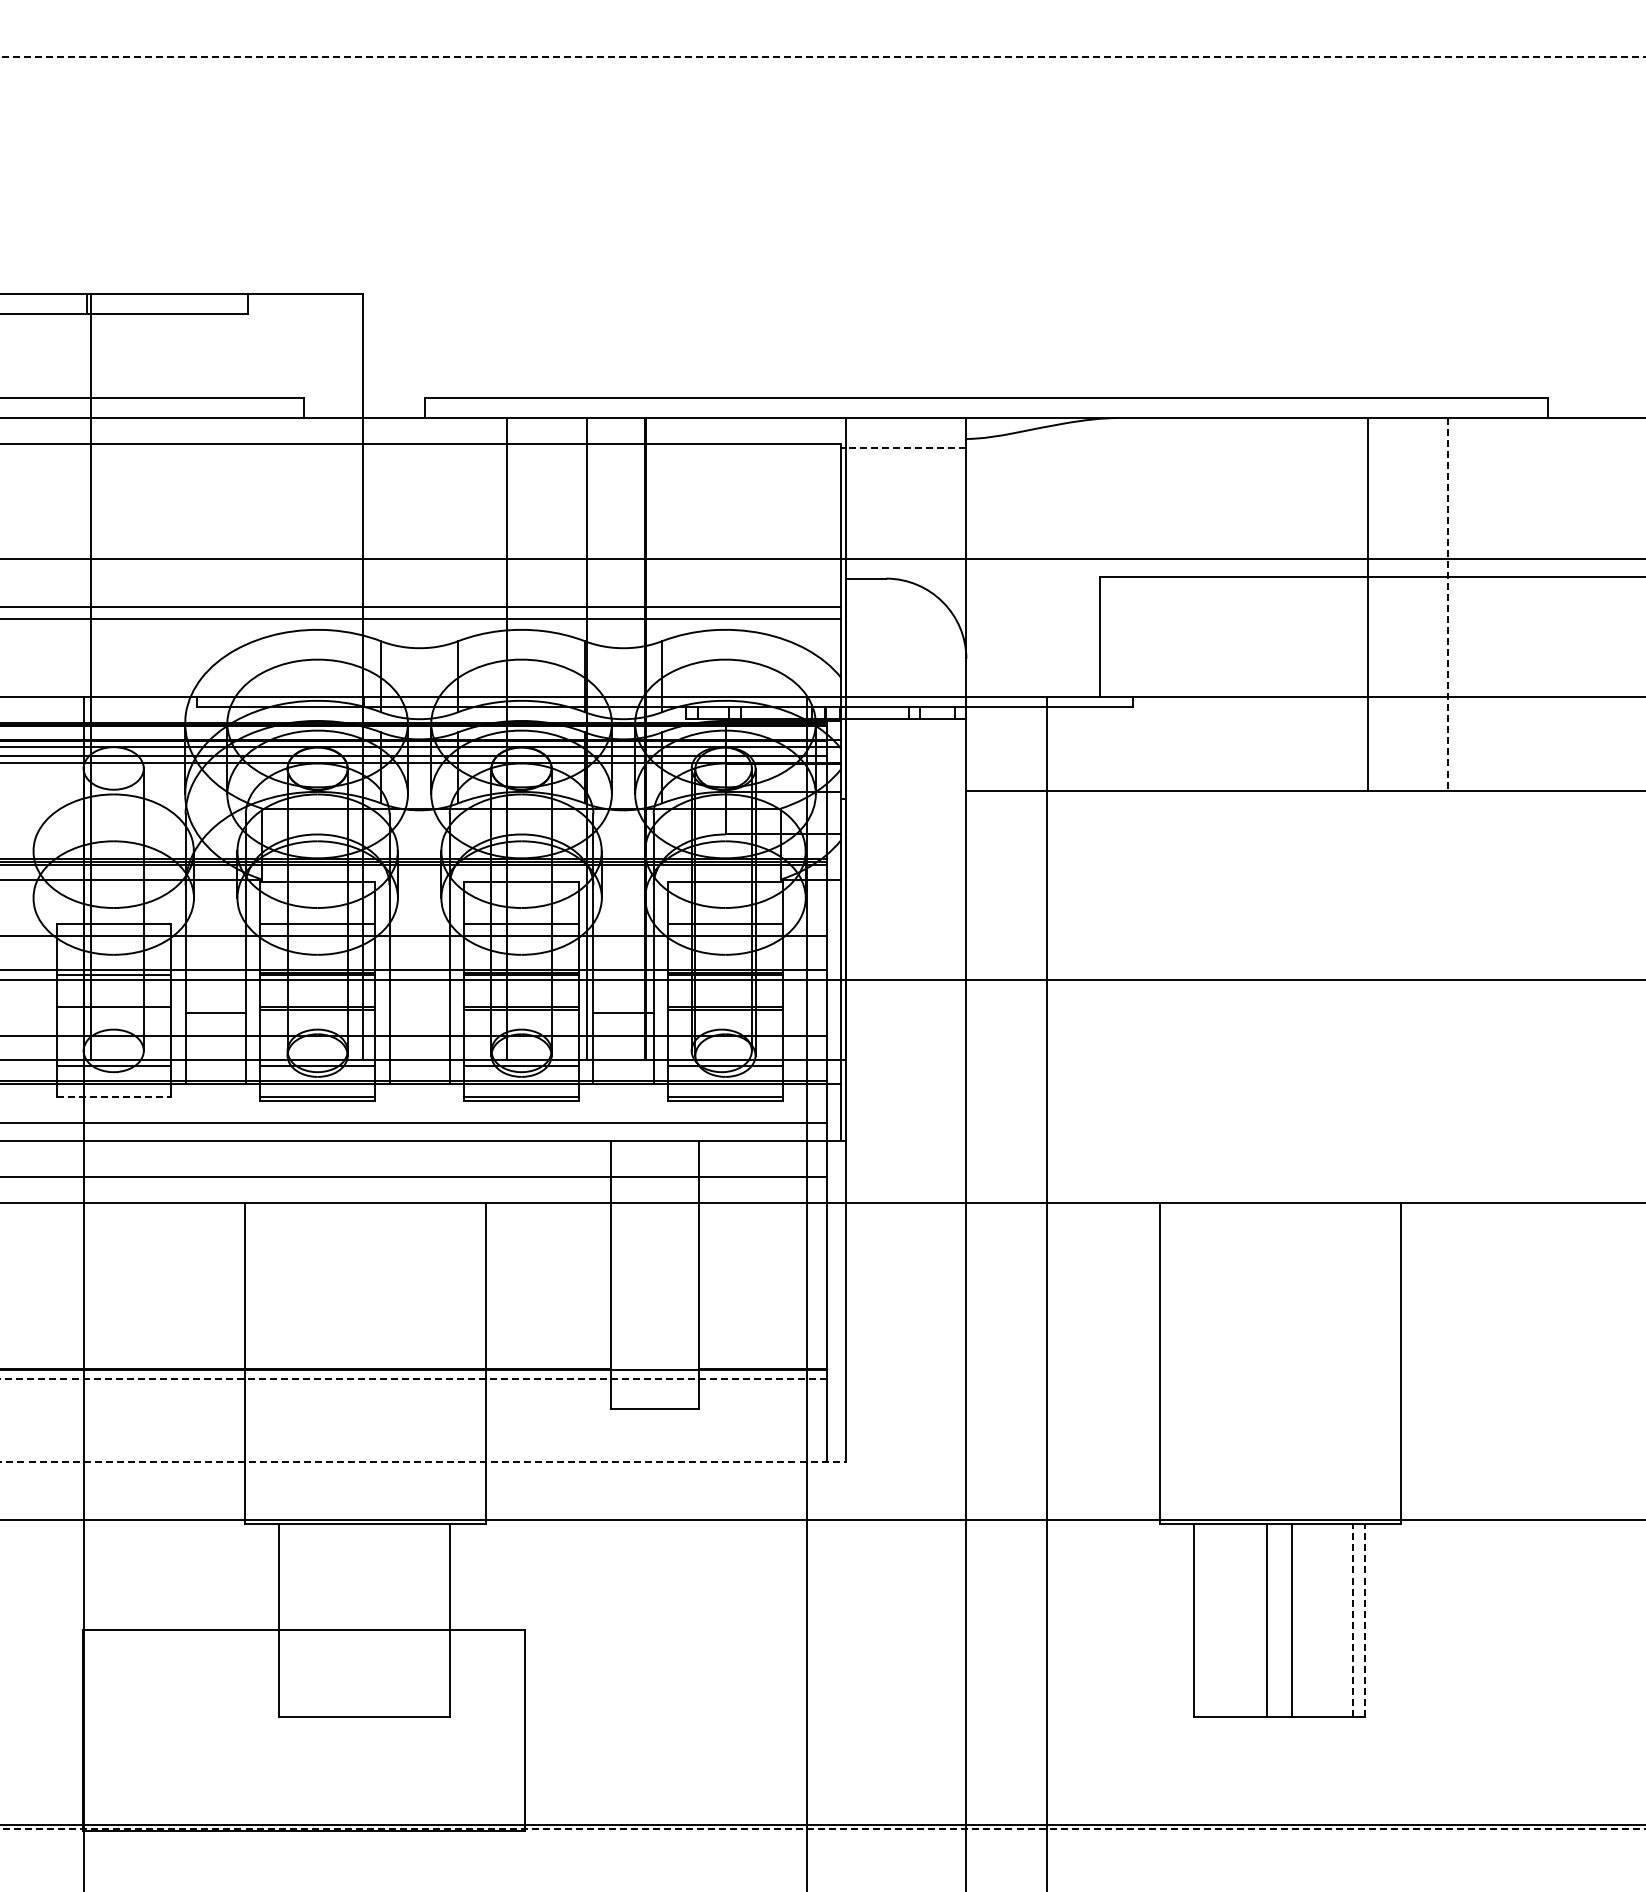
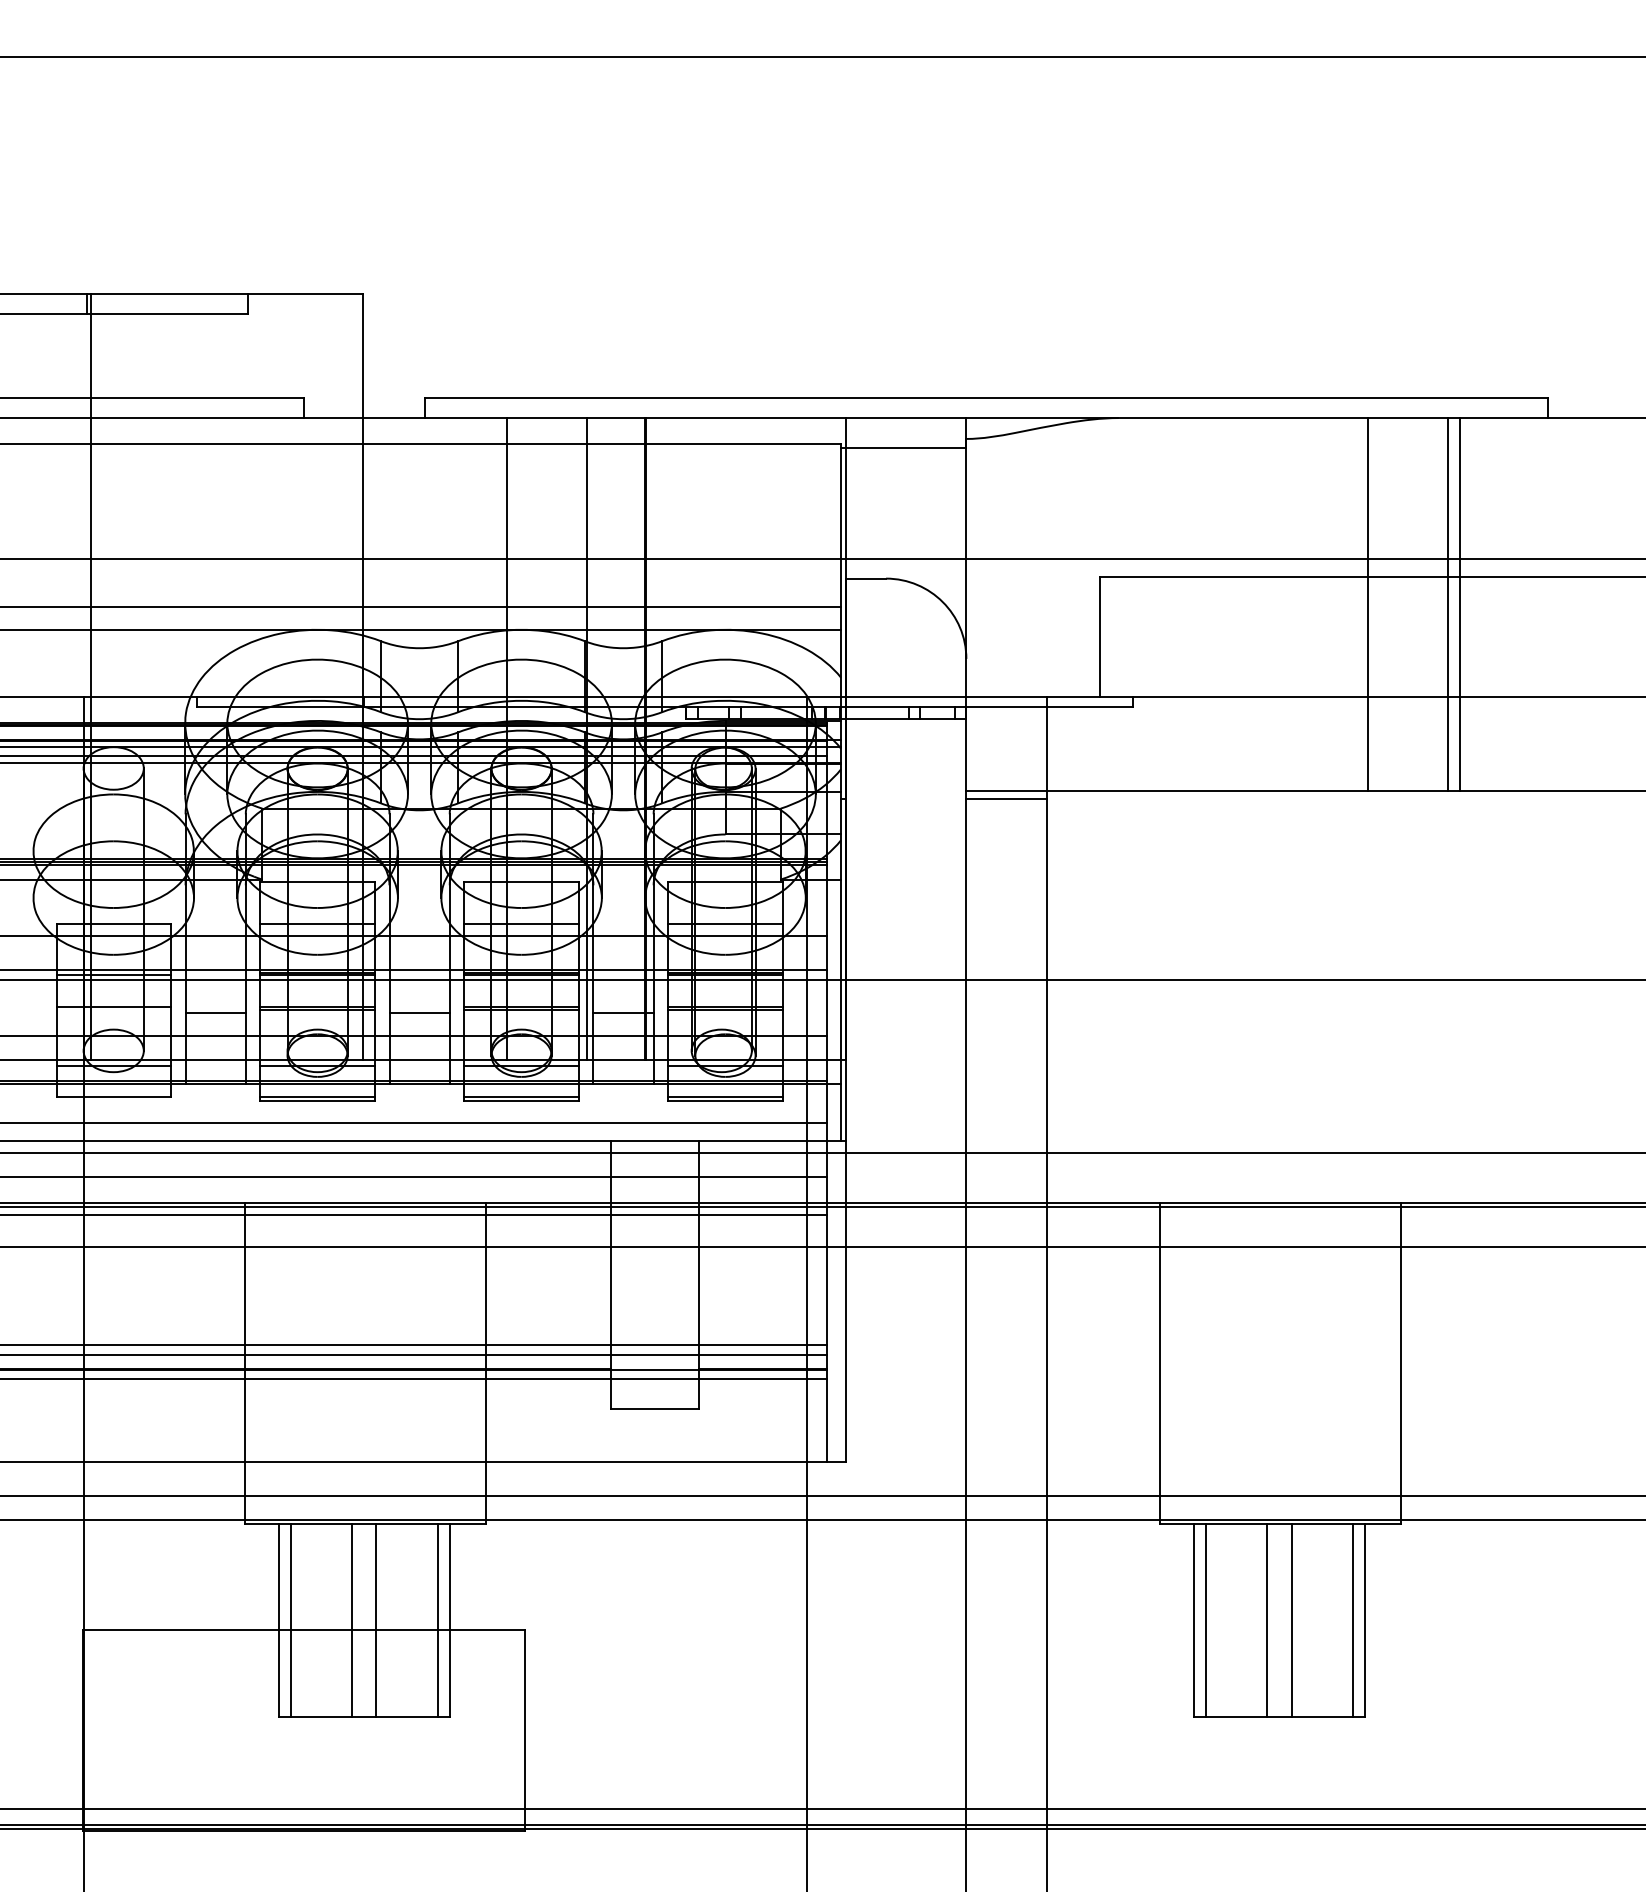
line at (823, 56): dashed -> solid
line at (903, 448): dashed -> solid
line at (1448, 604): dashed -> solid
line at (1460, 604): none -> present
line at (421, 618) position: (421, 618) -> (421, 629)
line at (1006, 798): none -> present
line at (419, 1013): none -> present
line at (114, 1097): dashed -> solid
line at (822, 1152): none -> present
line at (822, 1206): none -> present
line at (414, 1215): none -> present
line at (822, 1247): none -> present
line at (414, 1345): none -> present
line at (414, 1354): none -> present
line at (413, 1379): dashed -> solid
line at (422, 1461): dashed -> solid
line at (822, 1495): none -> present
line at (290, 1619): none -> present
line at (352, 1619): none -> present
line at (376, 1619): none -> present
line at (437, 1619): none -> present
line at (1205, 1619): none -> present
line at (1353, 1619): dashed -> solid
line at (1365, 1619): dashed -> solid
line at (822, 1809): none -> present
line at (822, 1829): dashed -> solid
